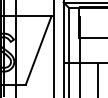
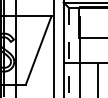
line at (68, 52): solid -> dashed
